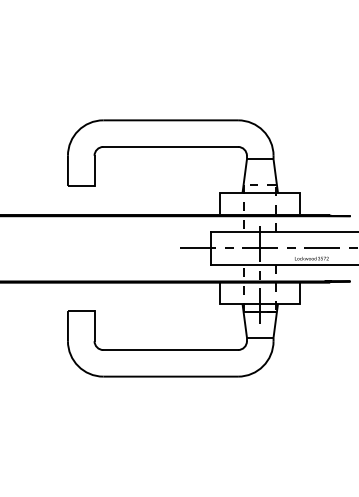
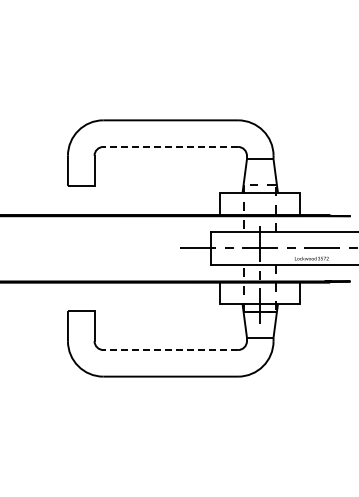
line at (170, 146): solid -> dashed
line at (170, 350): solid -> dashed
